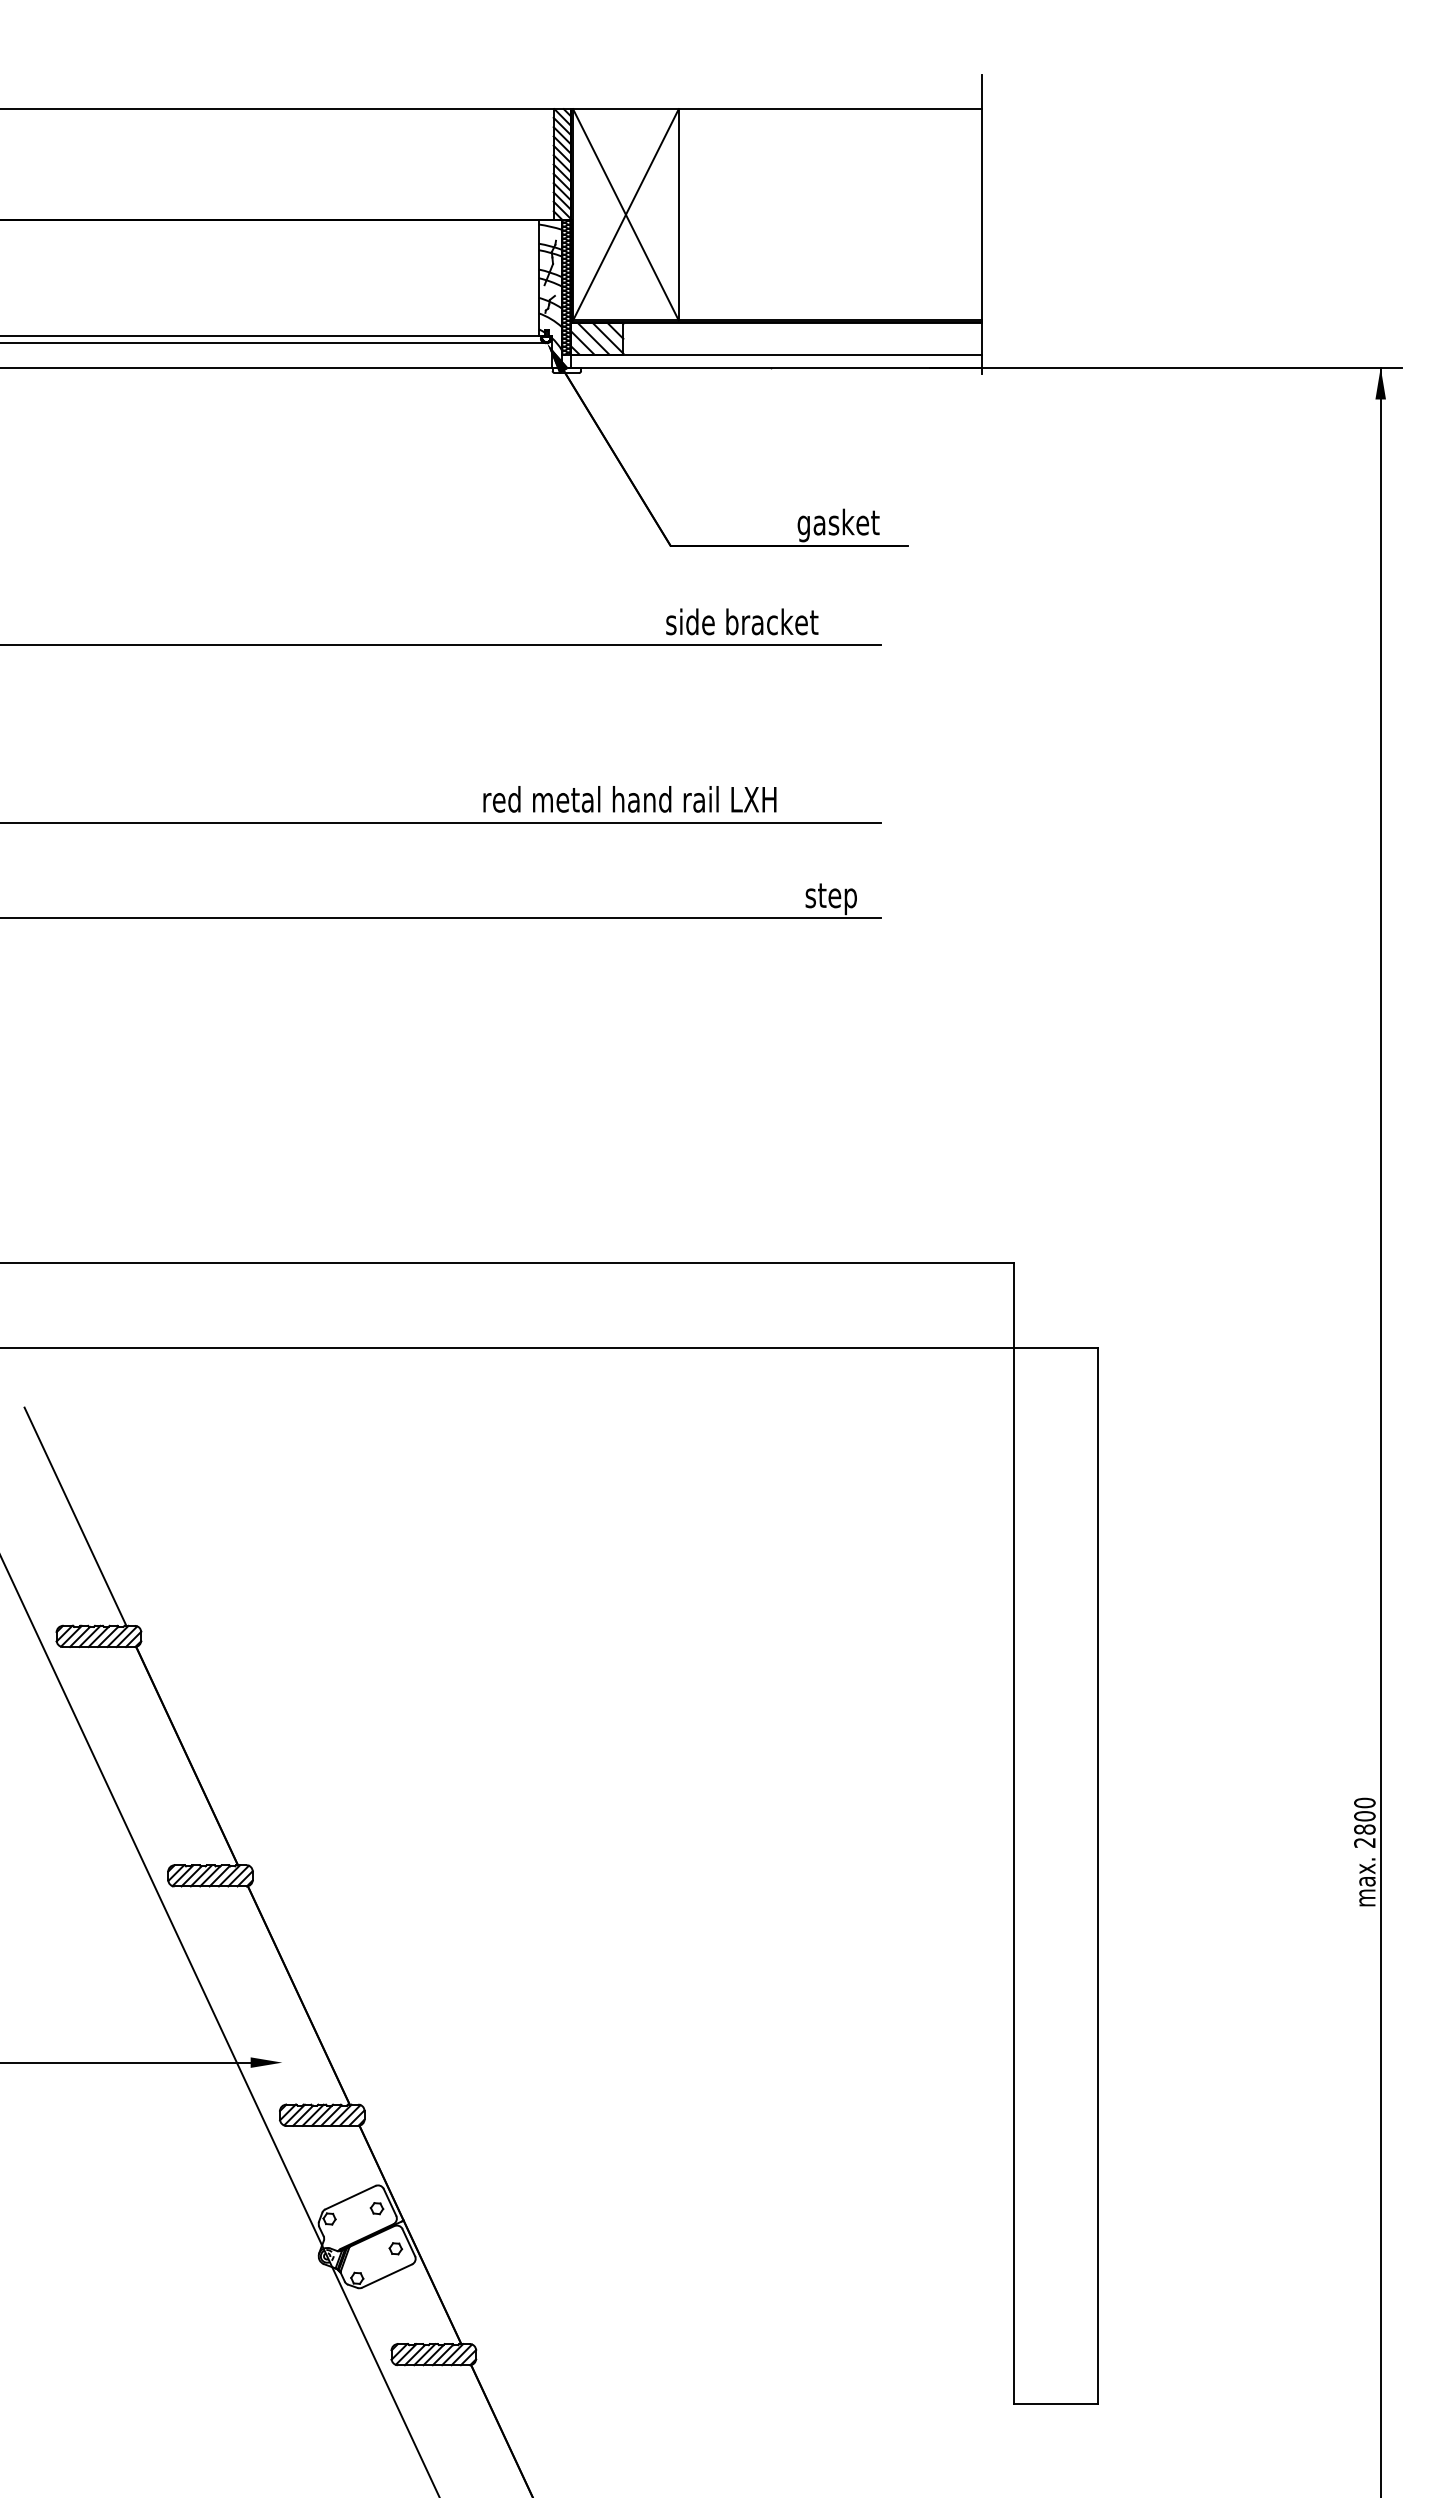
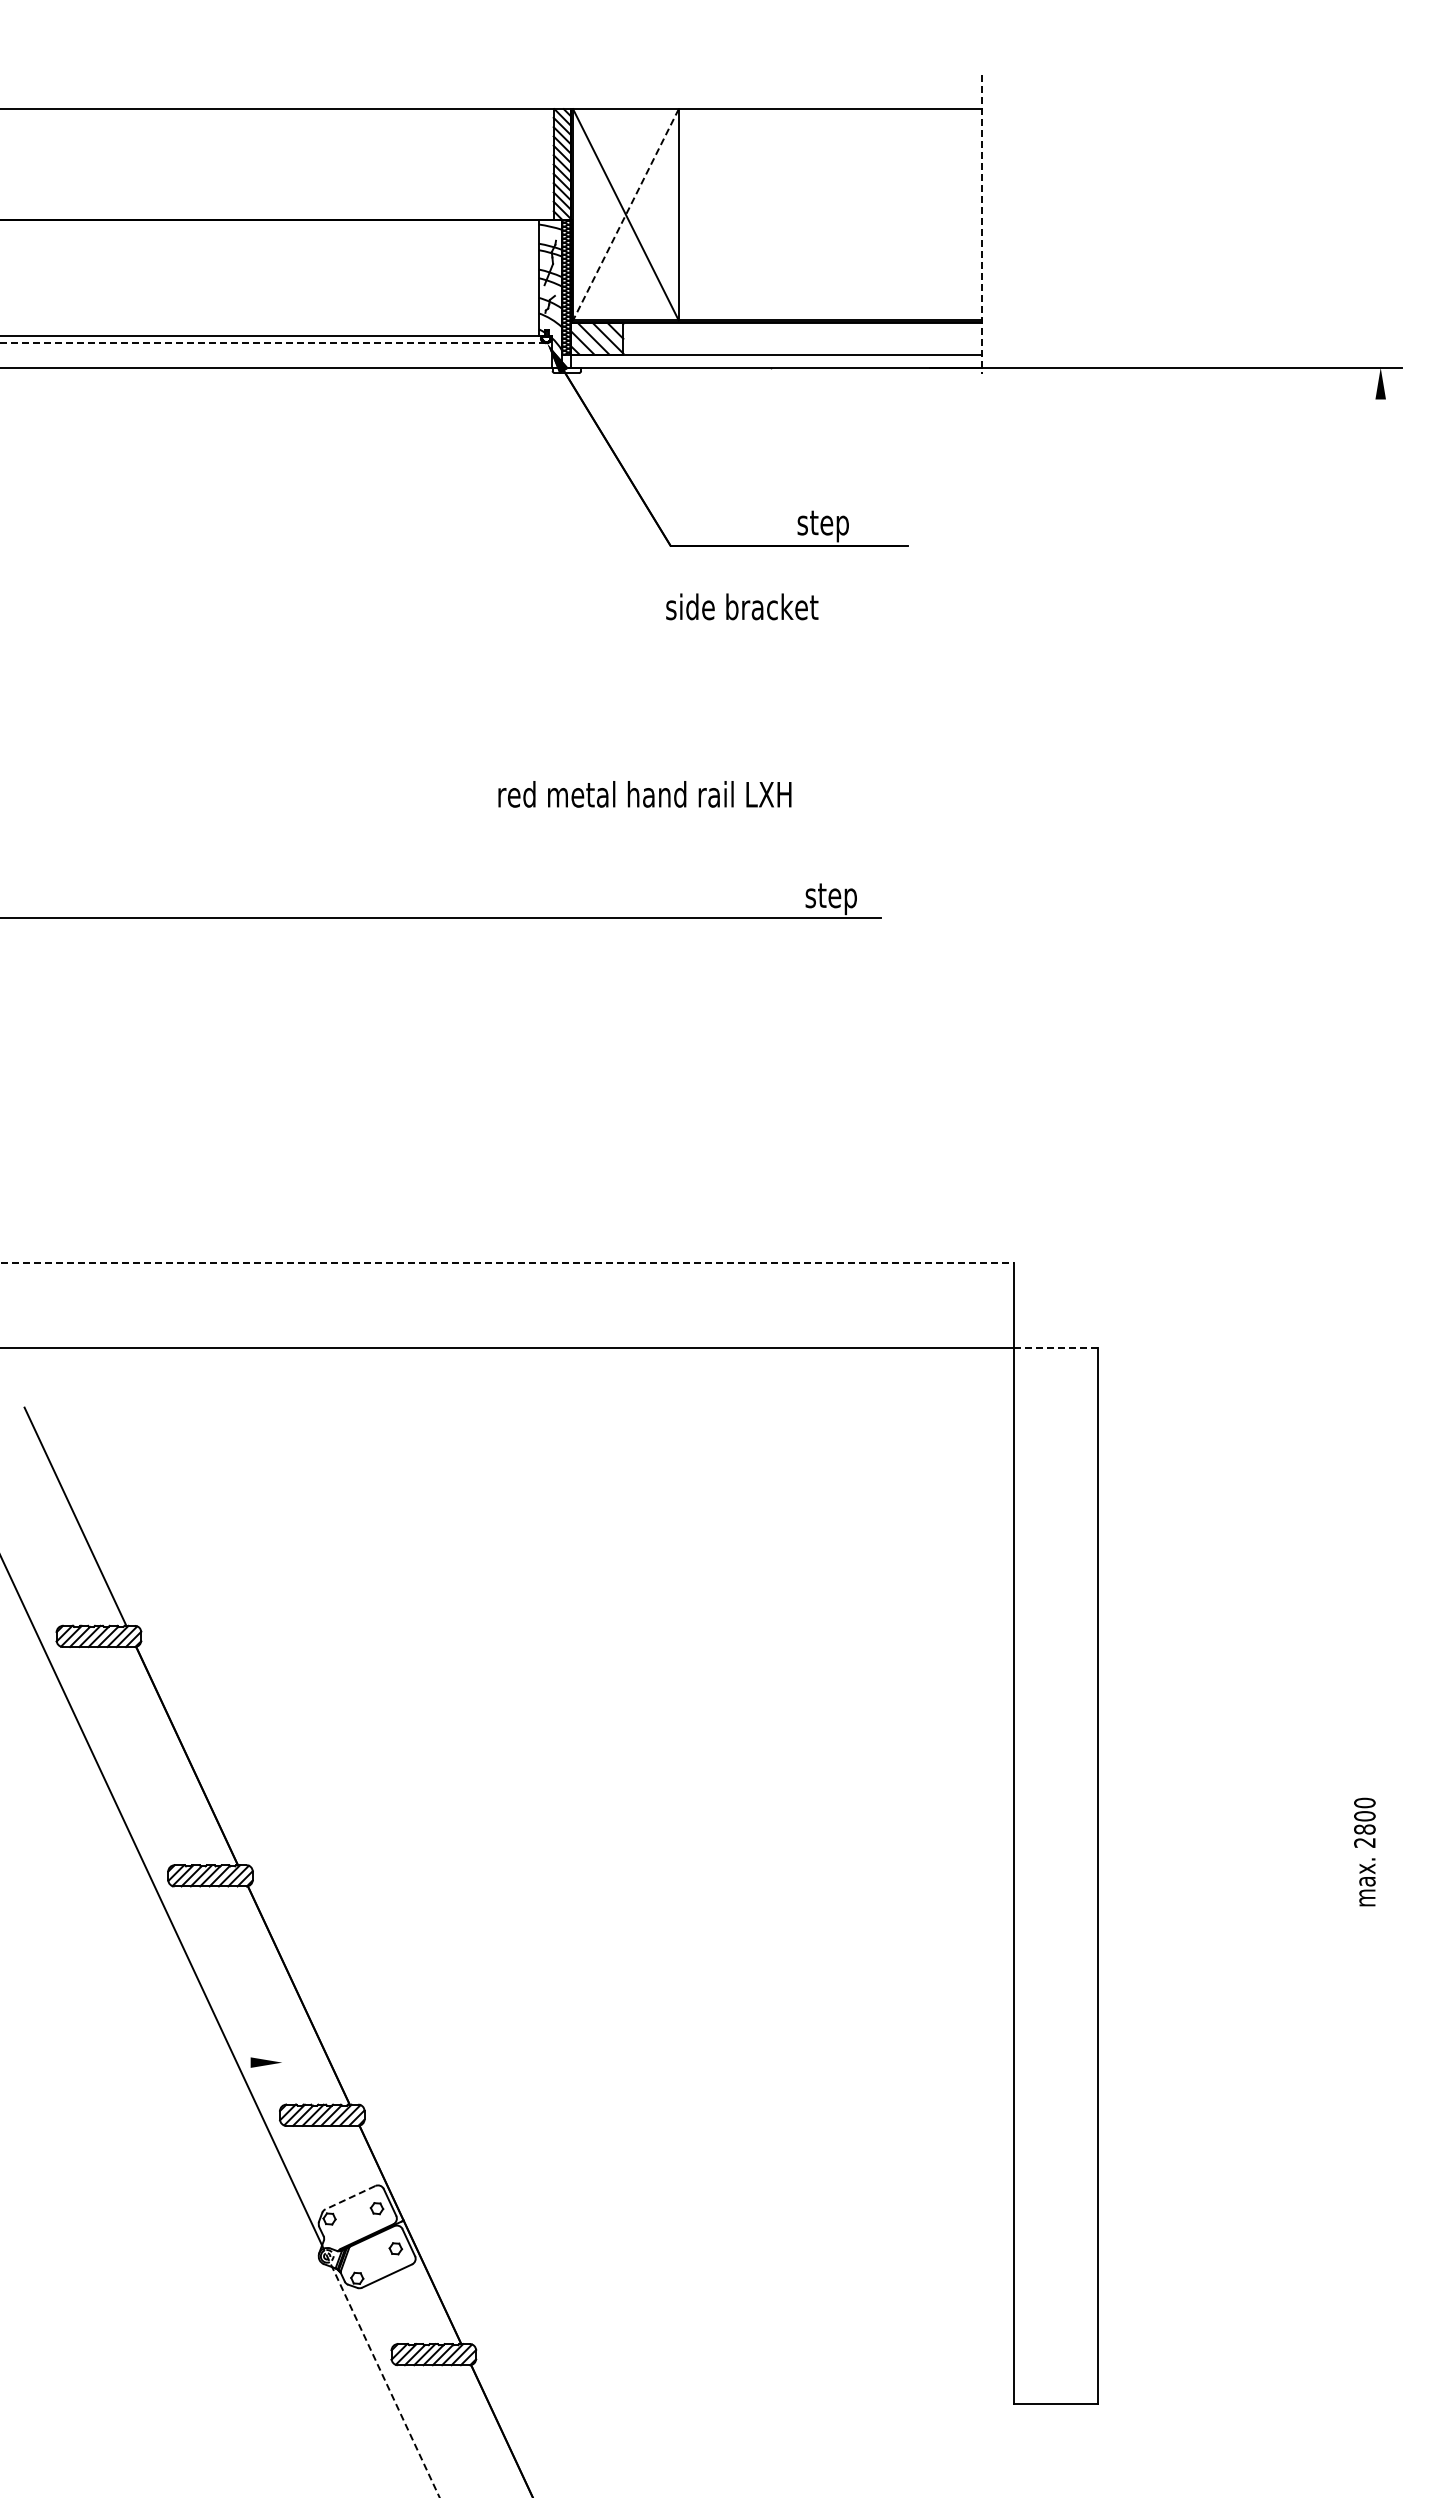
line at (625, 215): solid -> dashed
line at (981, 224): solid -> dashed
line at (273, 343): solid -> dashed
text at (838, 525): gasket -> step
text at (742, 621) position: (742, 621) -> (742, 606)
line at (441, 645): present -> none
text at (629, 799) position: (629, 799) -> (644, 794)
line at (441, 822): present -> none
line at (507, 1263): solid -> dashed
line at (1055, 1347): solid -> dashed
line at (1380, 1430): present -> none
line at (126, 2062): present -> none
line at (350, 2197): solid -> dashed
line at (380, 2371): solid -> dashed
